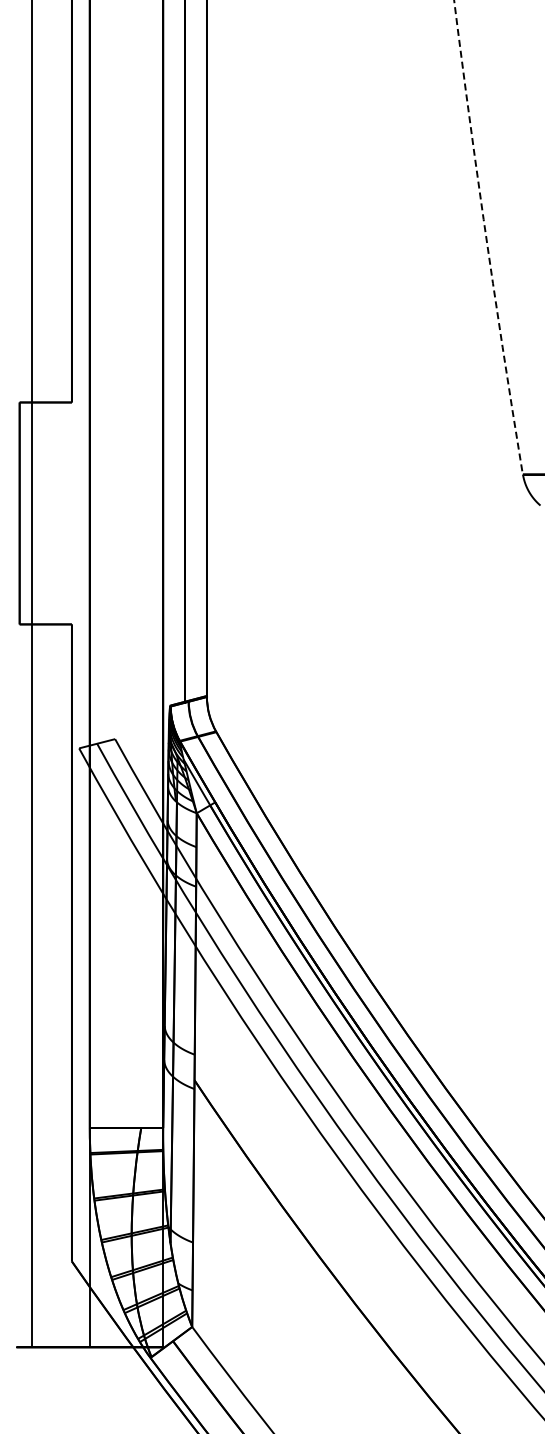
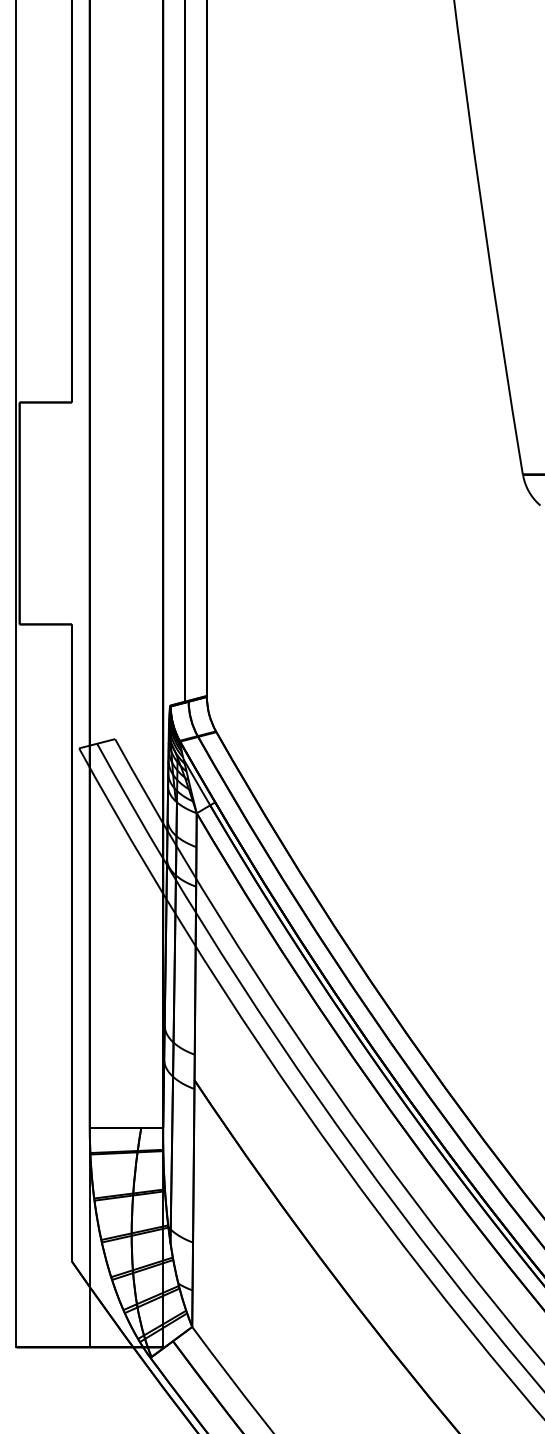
arc at (486, 238): dashed -> solid
line at (32, 674) position: (32, 674) -> (16, 674)
